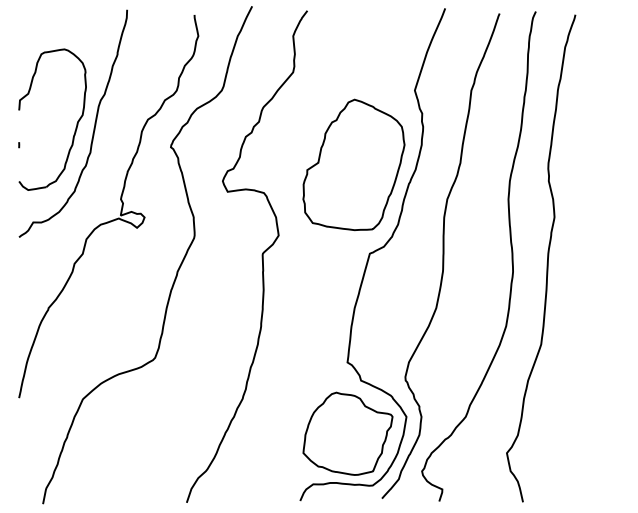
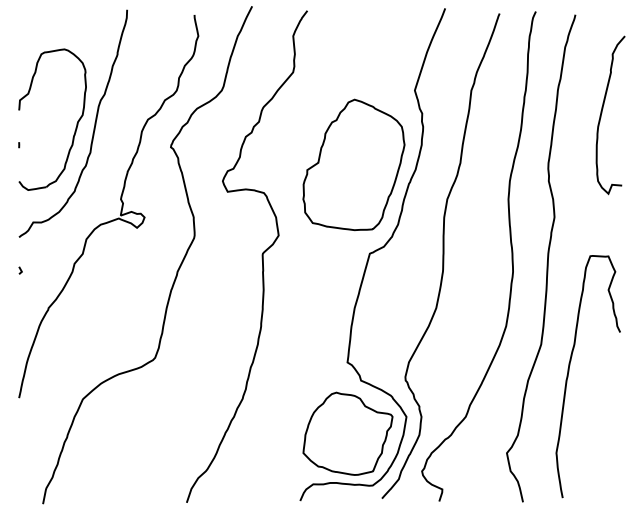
curve at (602, 113): none -> present
line at (20, 270): none -> present
curve at (569, 372): none -> present
